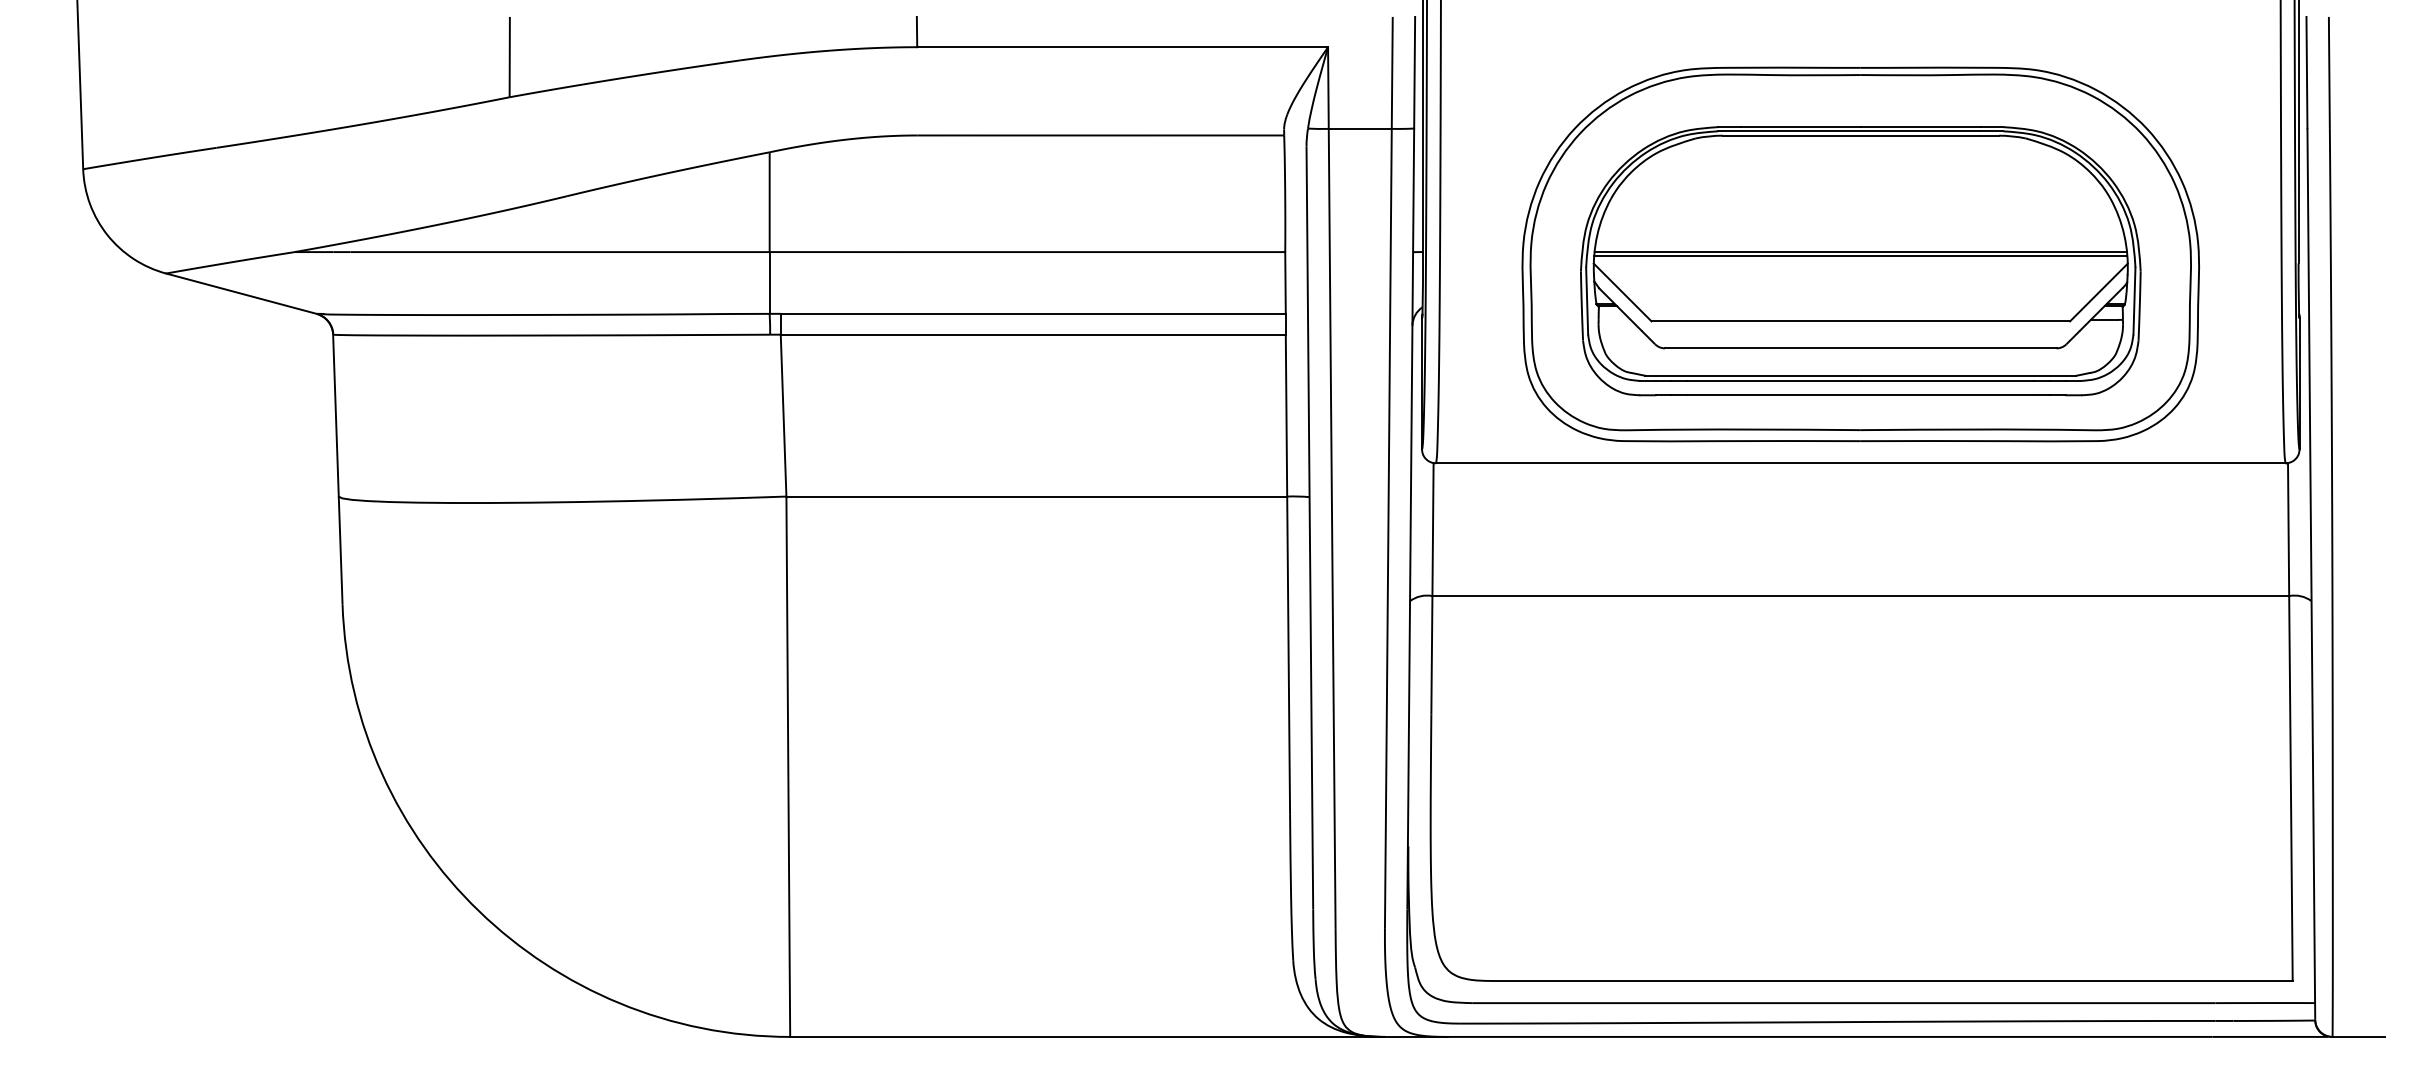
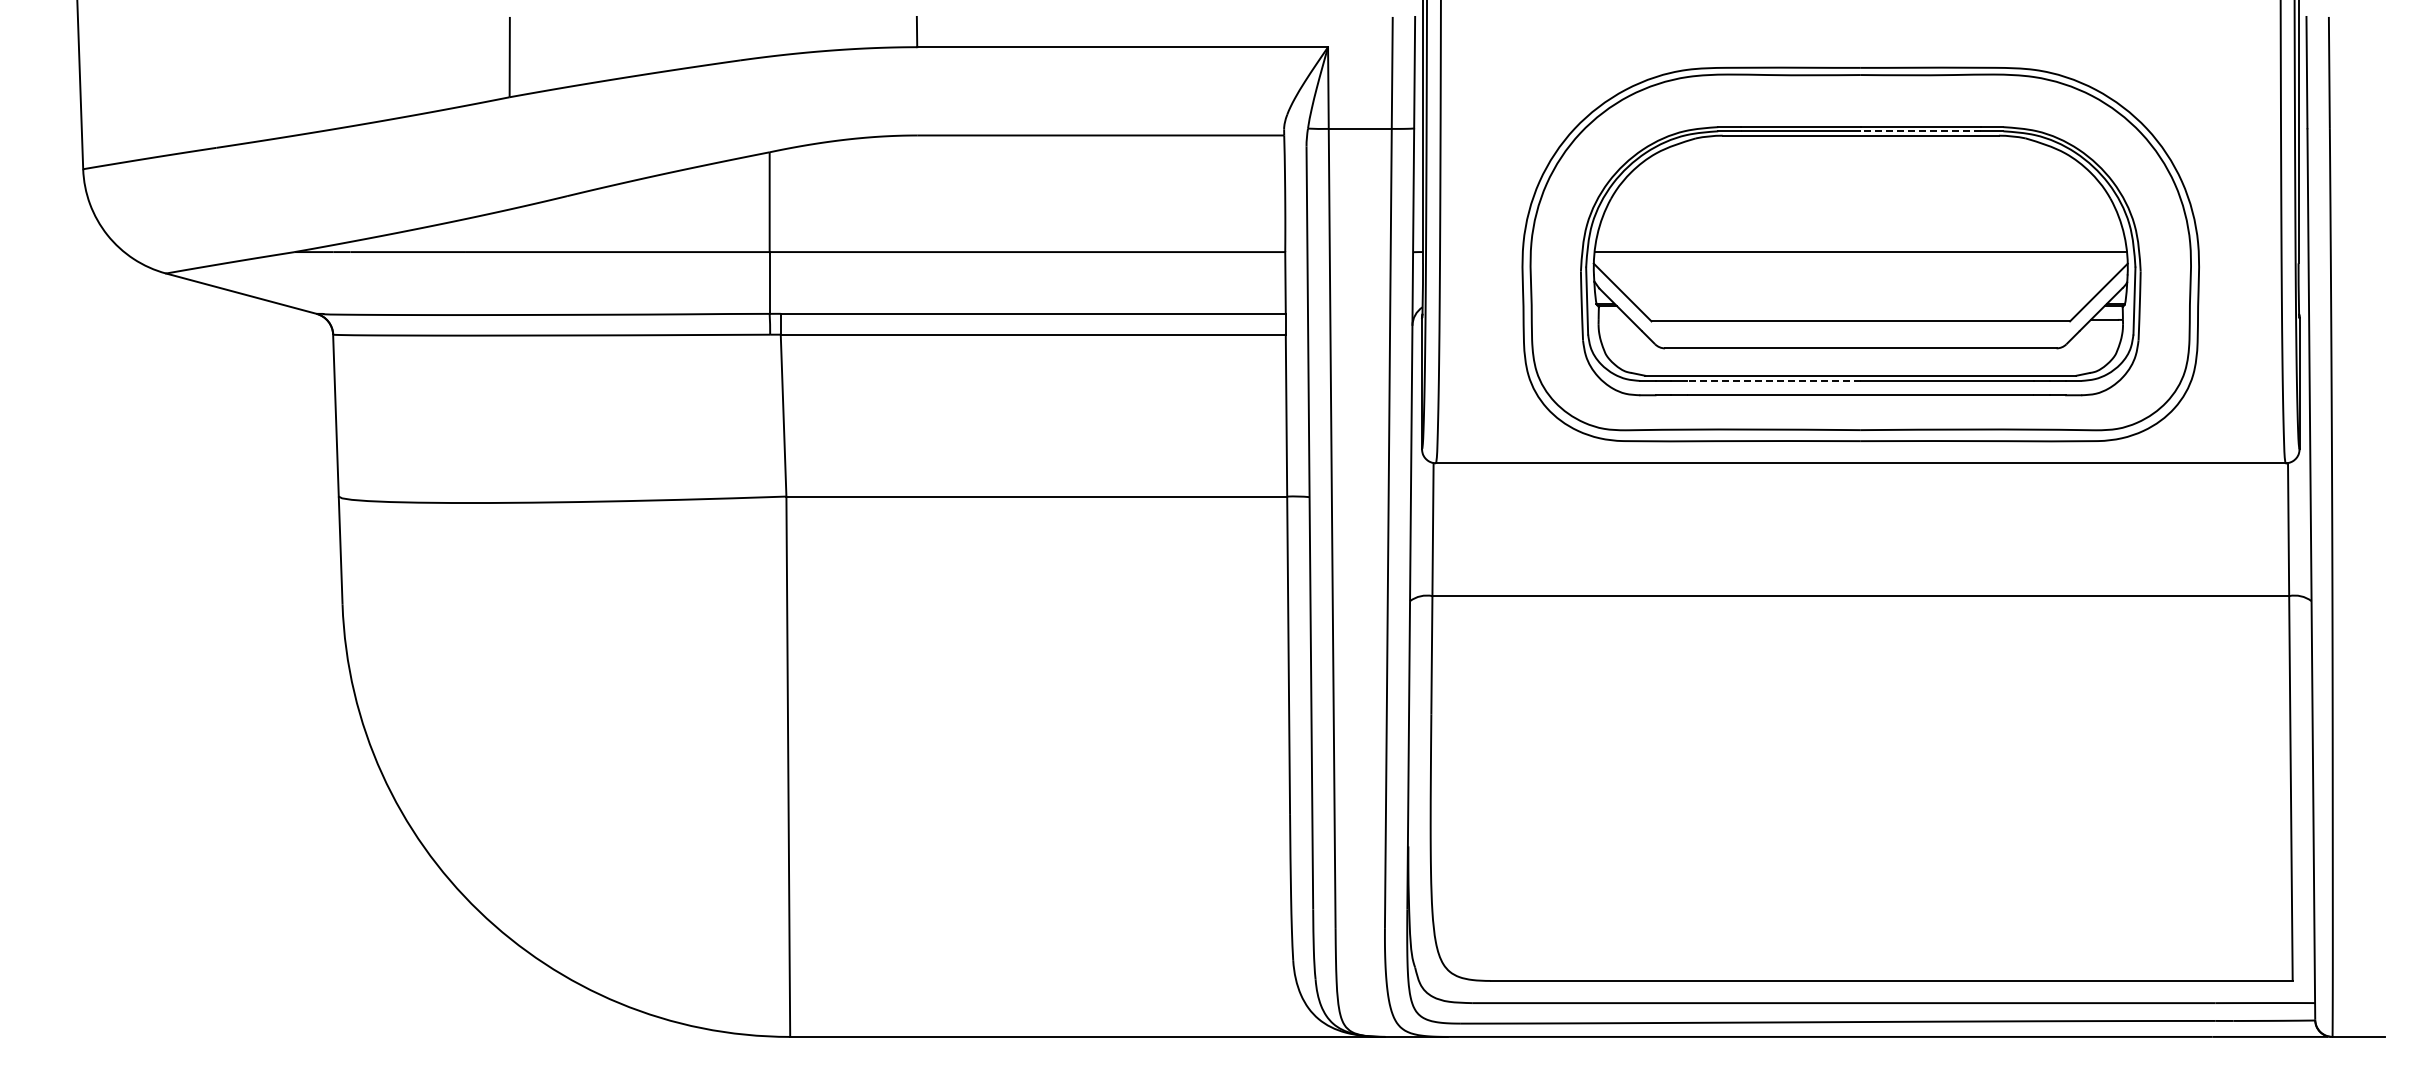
line at (1920, 131): solid -> dashed
line at (1860, 255): present -> none
line at (1773, 380): solid -> dashed
